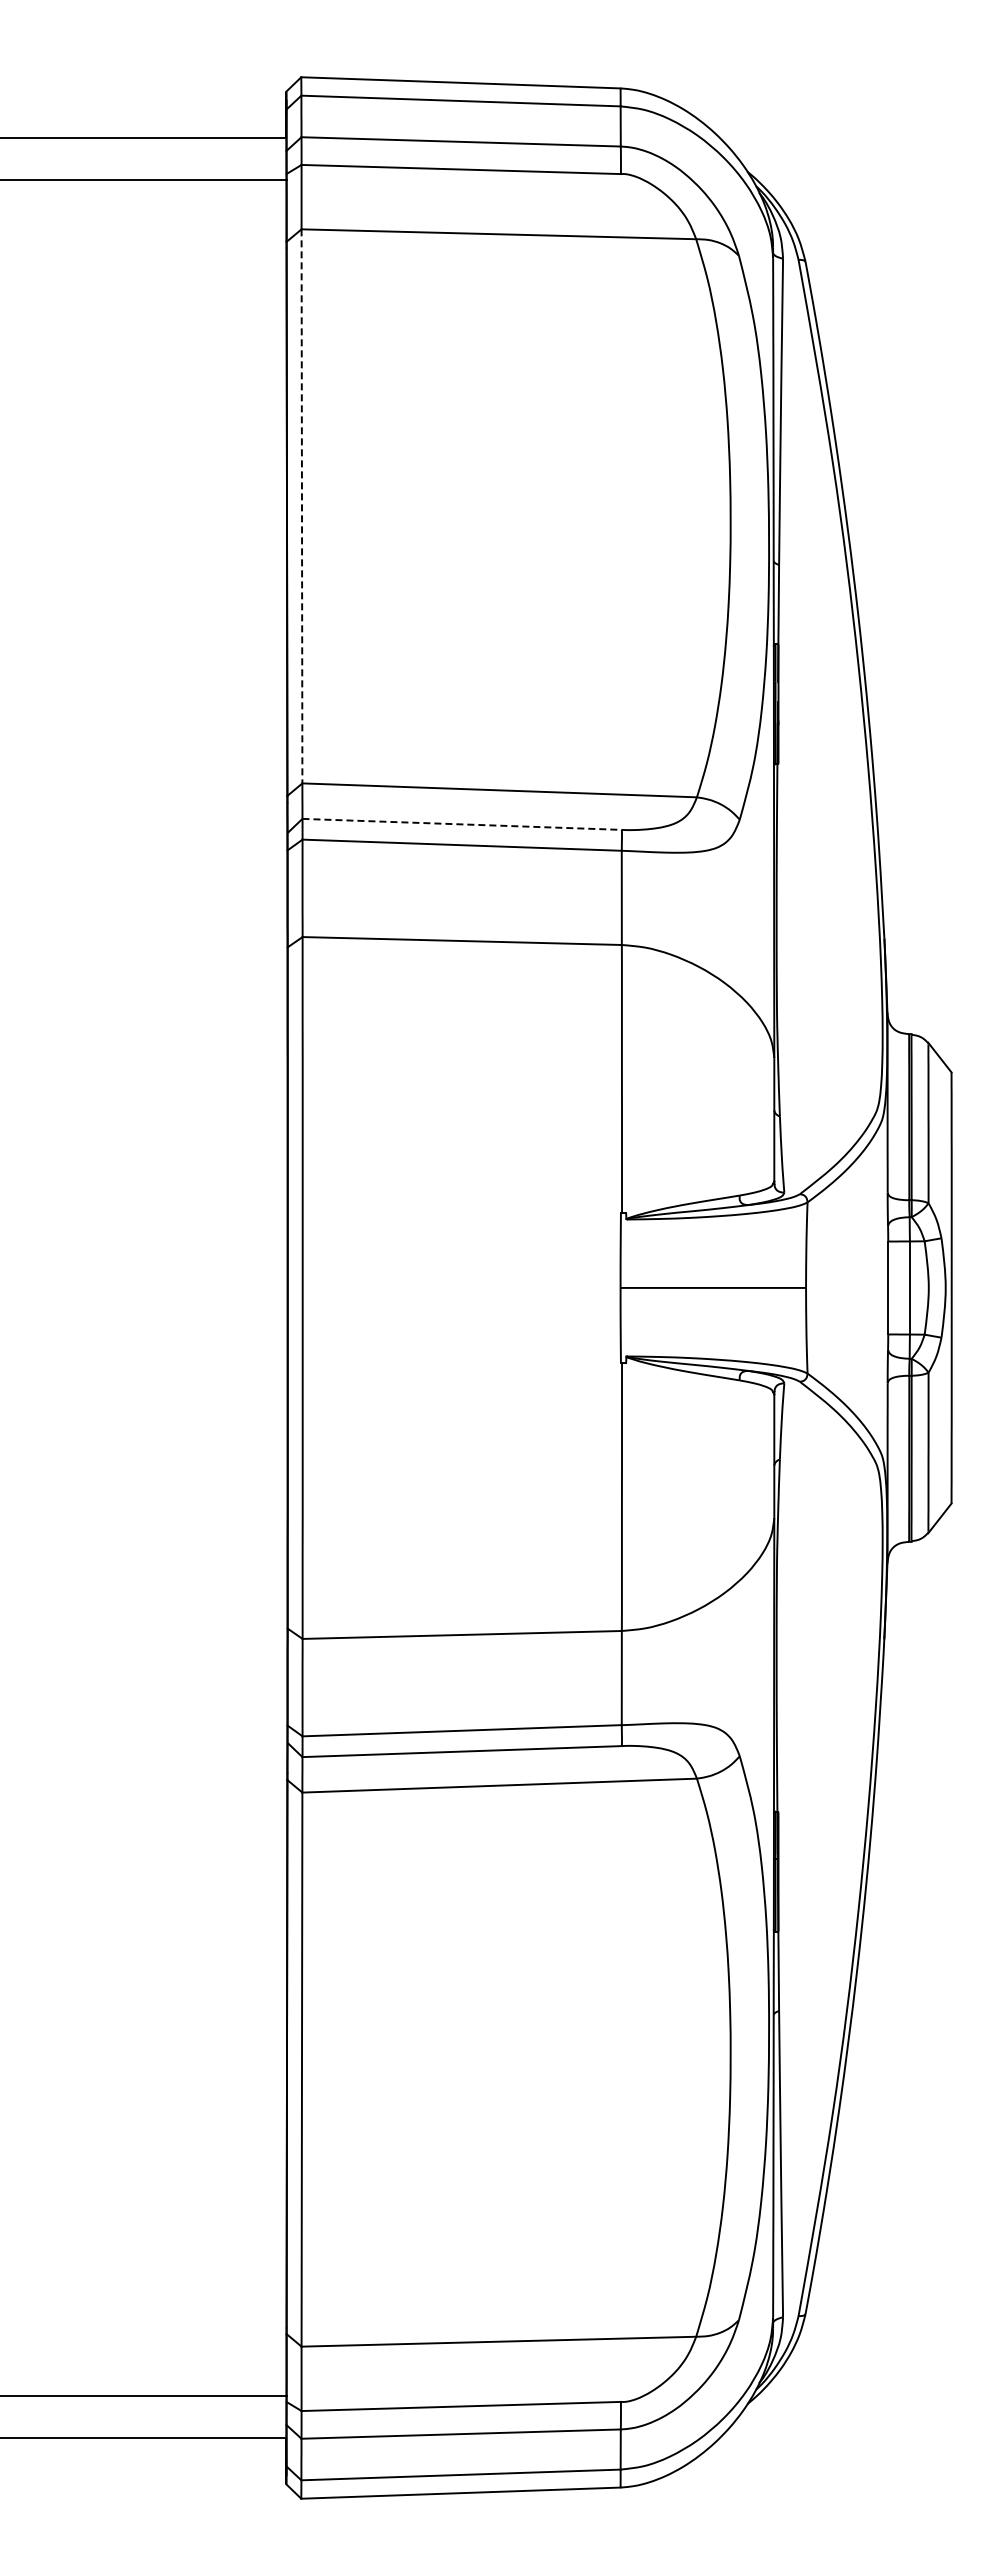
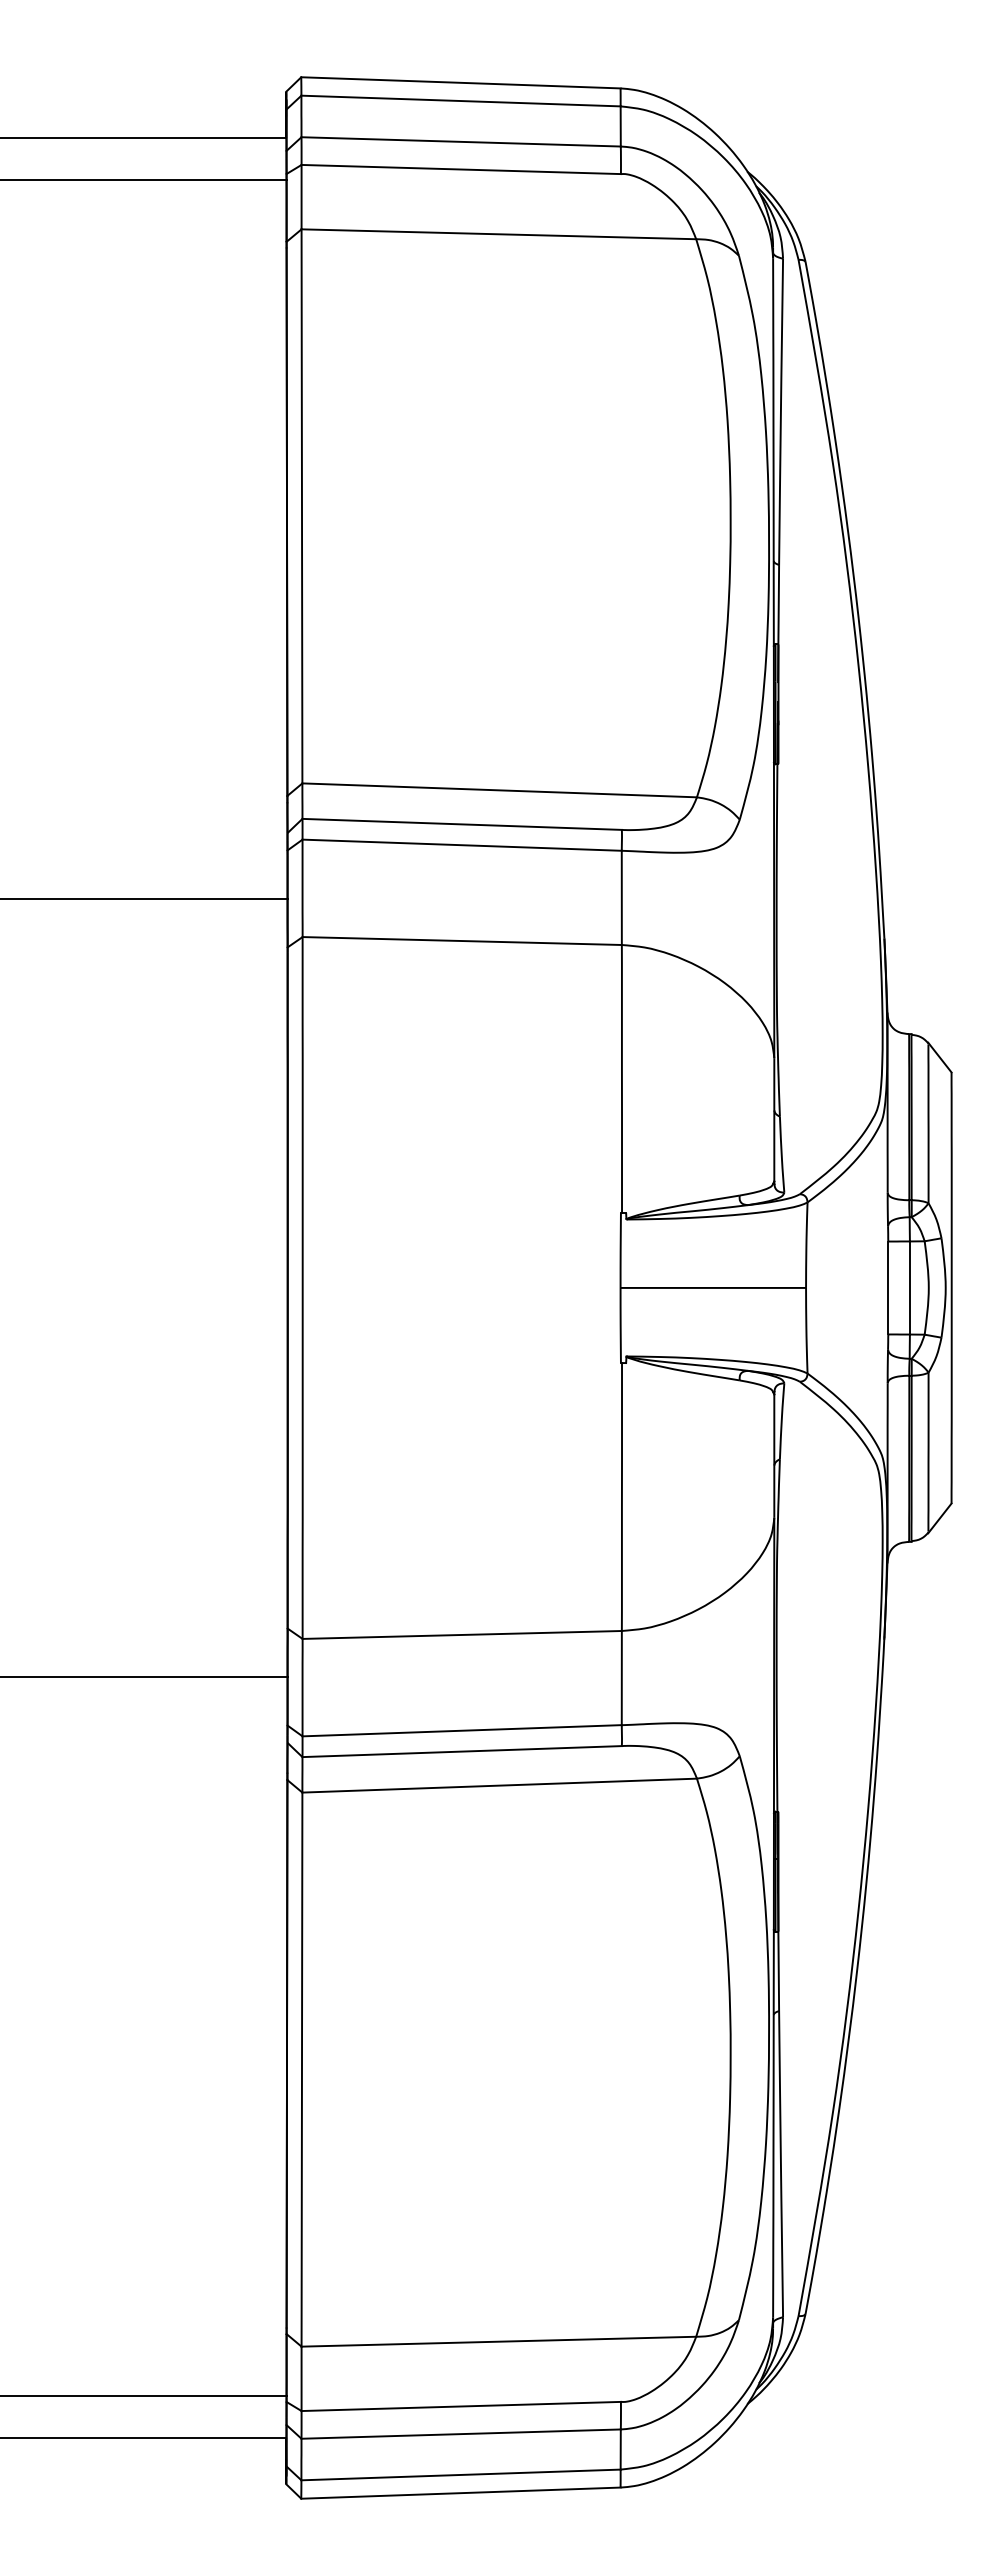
line at (301, 506): dashed -> solid
line at (462, 824): dashed -> solid
line at (144, 898): none -> present
line at (144, 1677): none -> present
